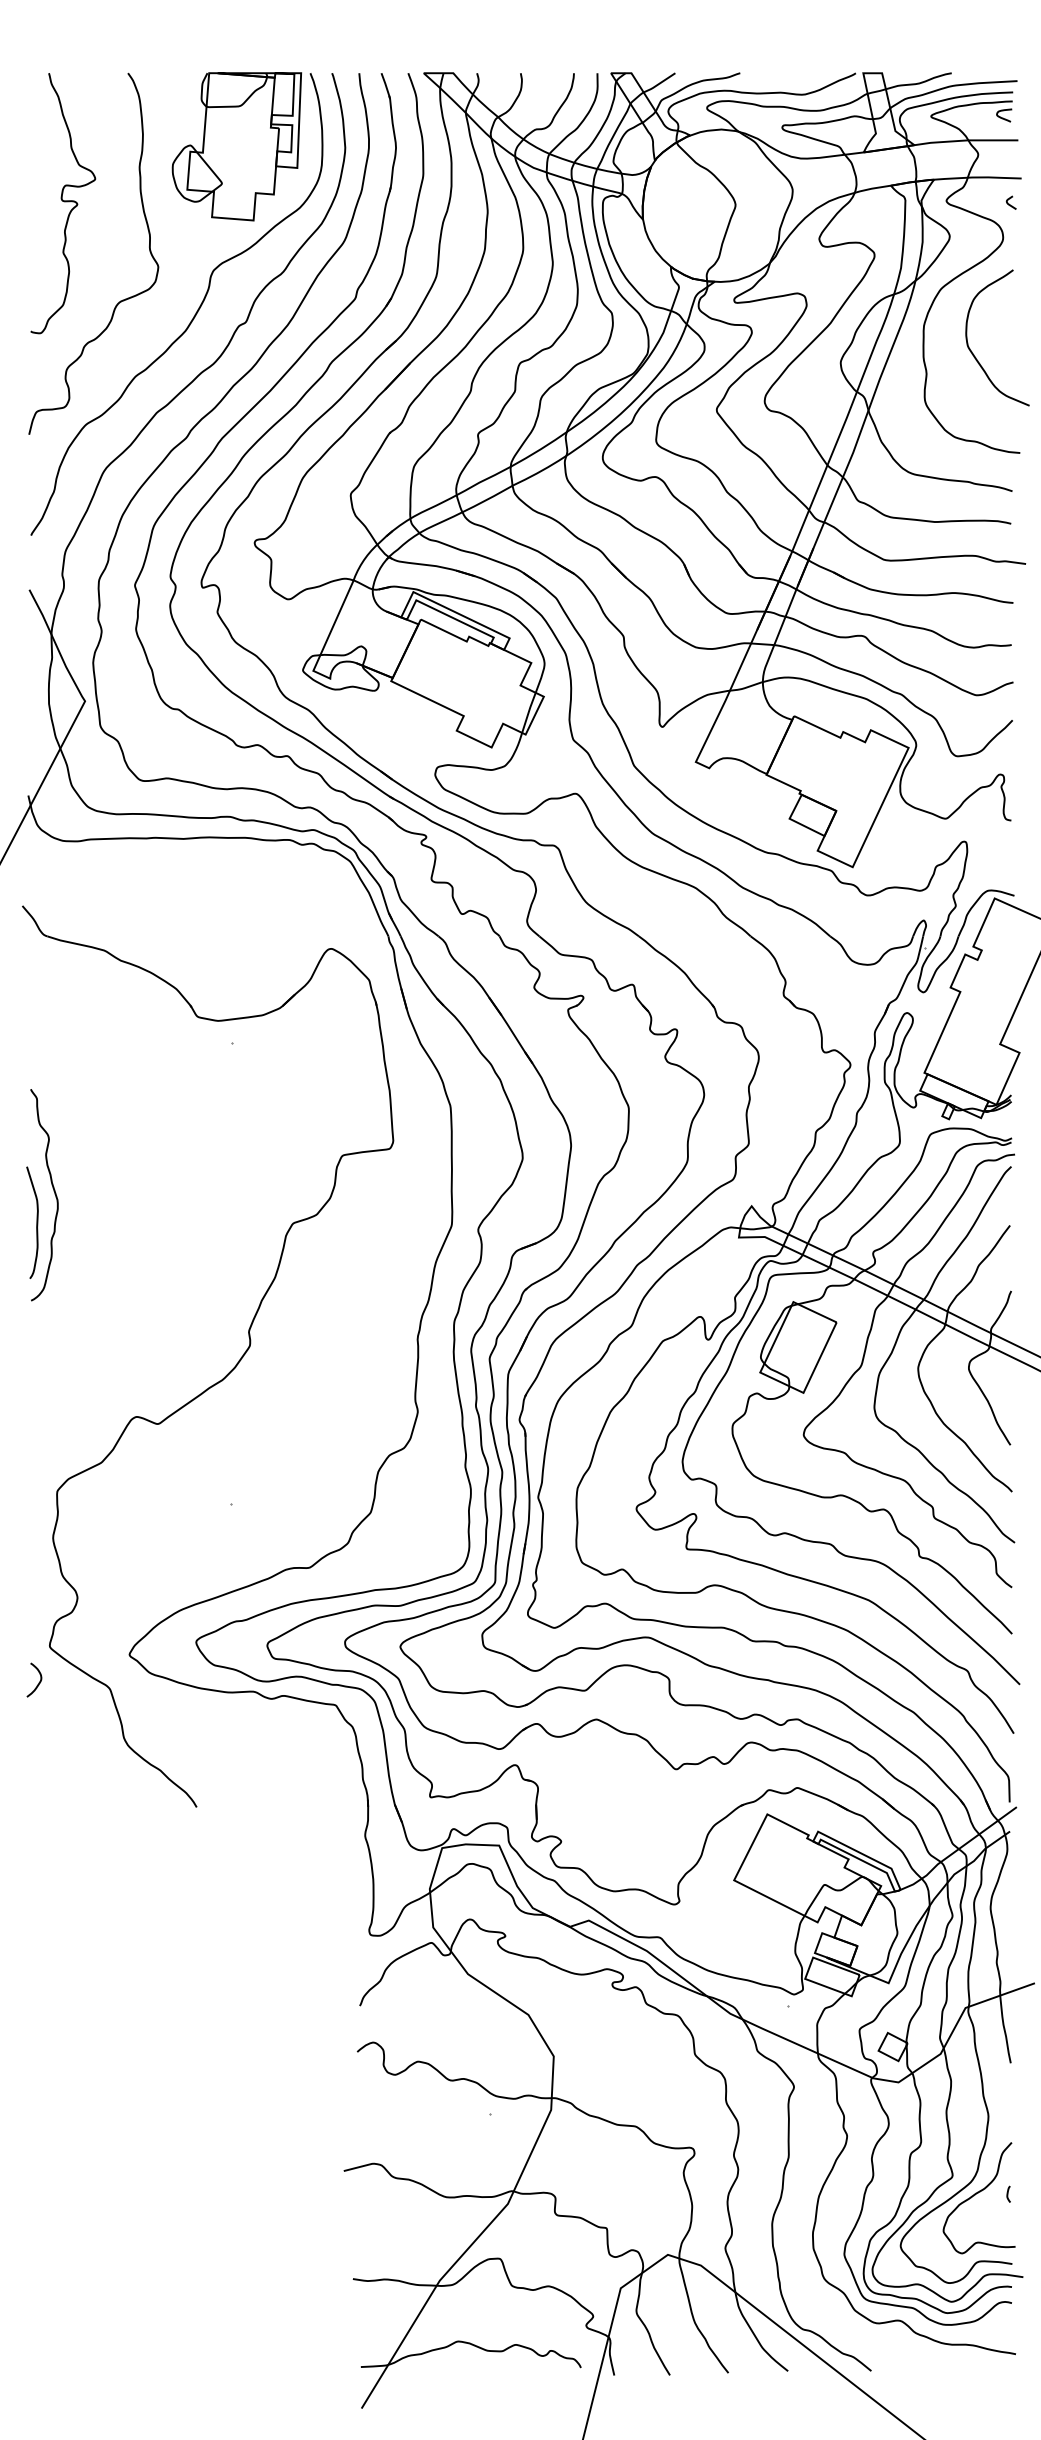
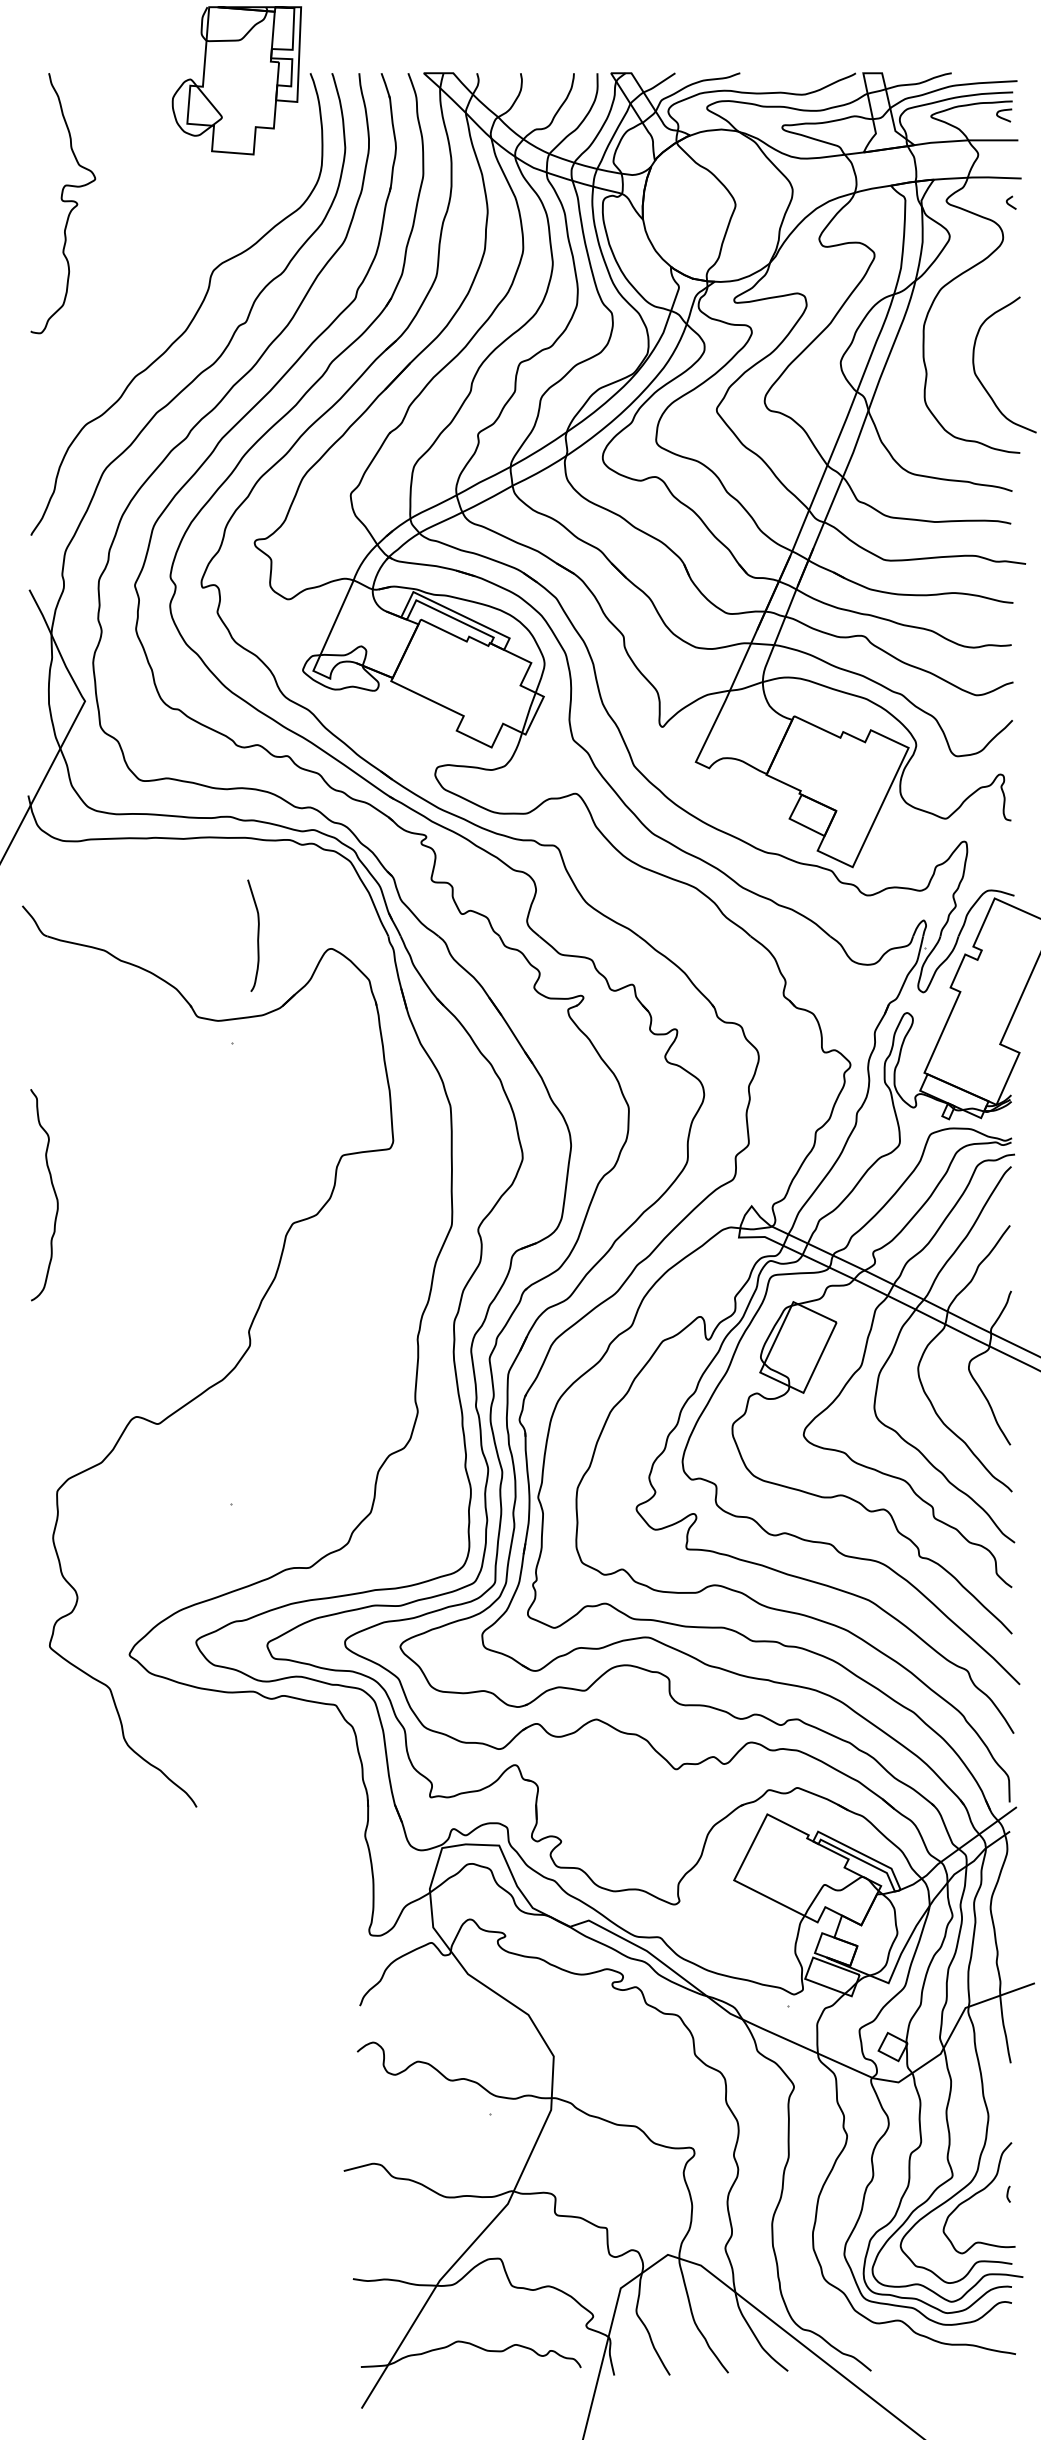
part at (236, 146) position: (236, 146) -> (236, 80)
curve at (120, 300): present -> none
curve at (974, 354) position: (974, 354) -> (981, 381)
curve at (36, 1222) position: (36, 1222) -> (257, 935)
curve at (38, 1682): present -> none
